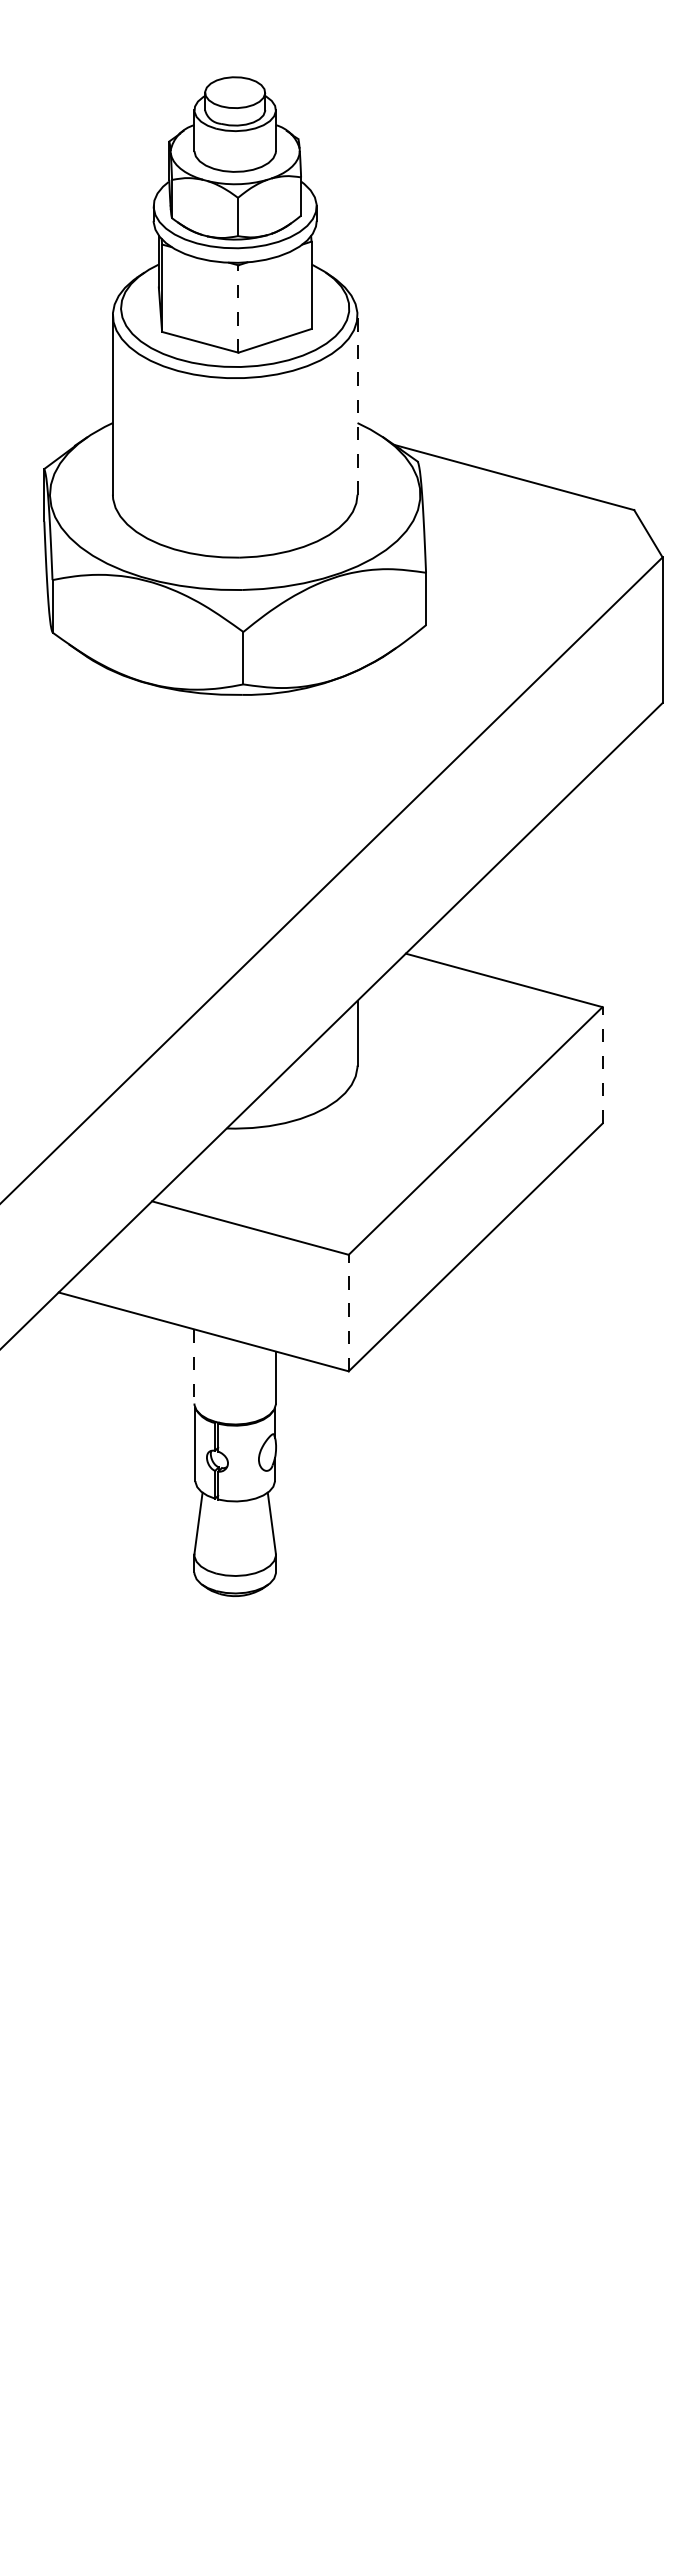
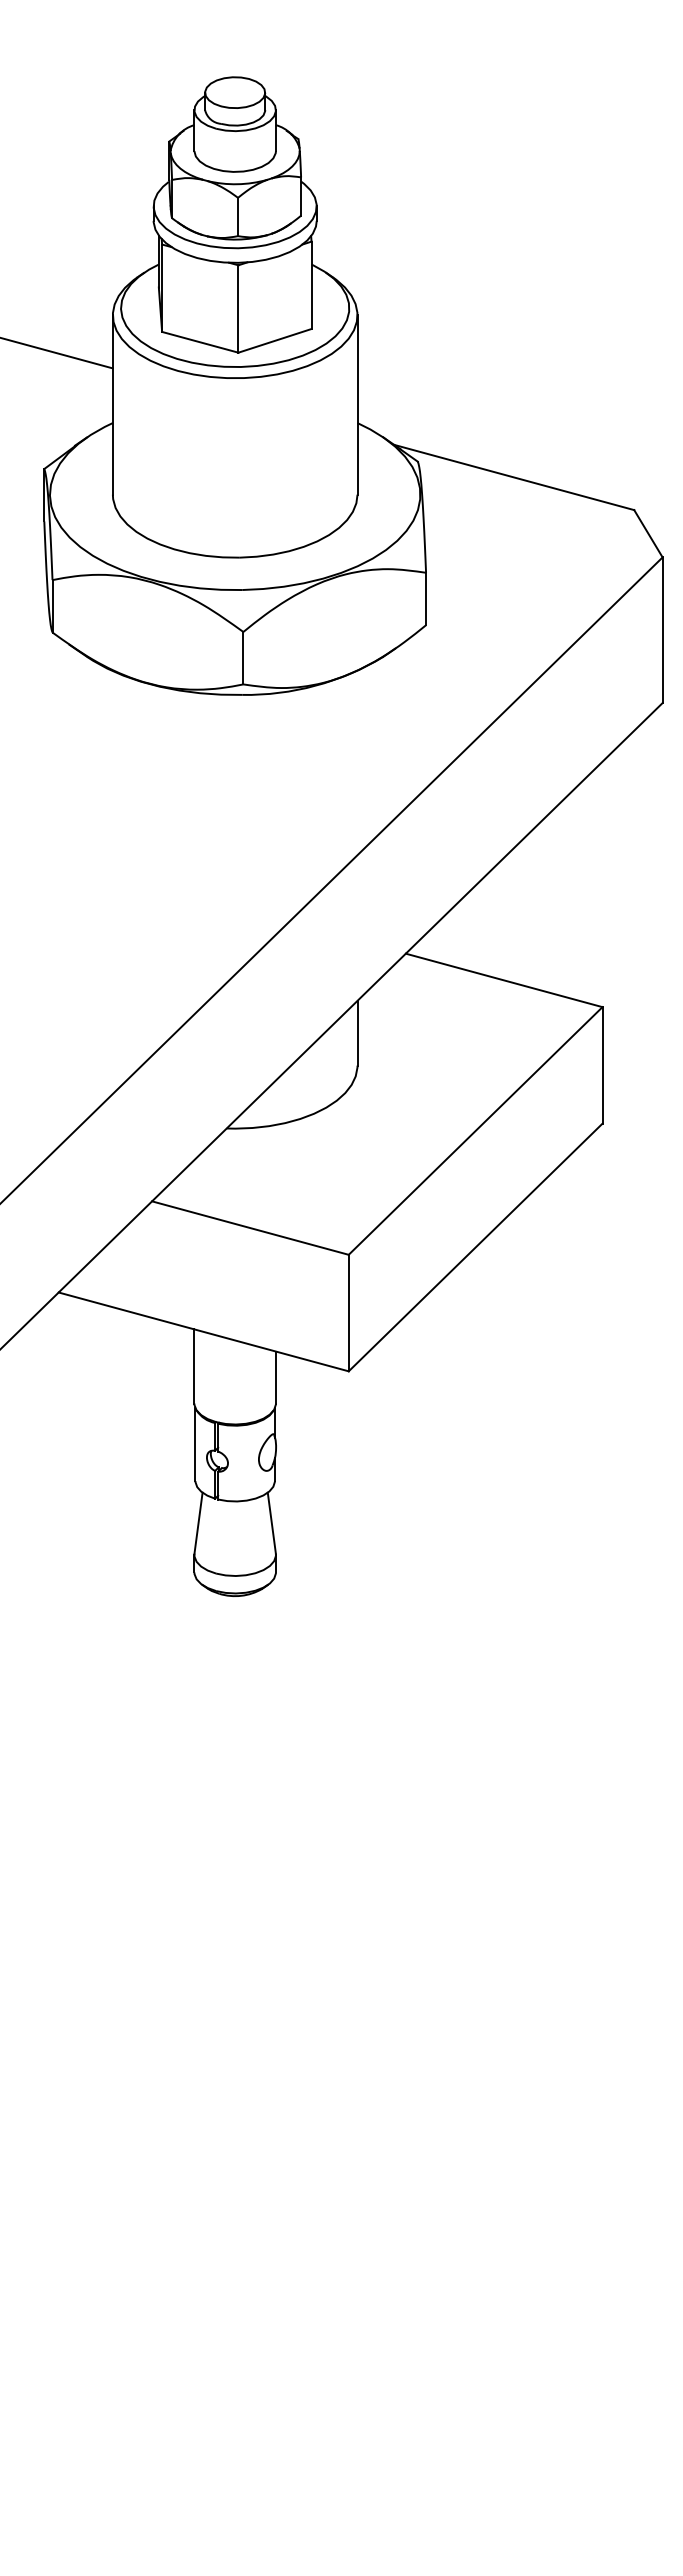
line at (238, 309): dashed -> solid
line at (57, 353): none -> present
line at (357, 404): dashed -> solid
line at (602, 1064): dashed -> solid
line at (348, 1312): dashed -> solid
line at (194, 1366): dashed -> solid
